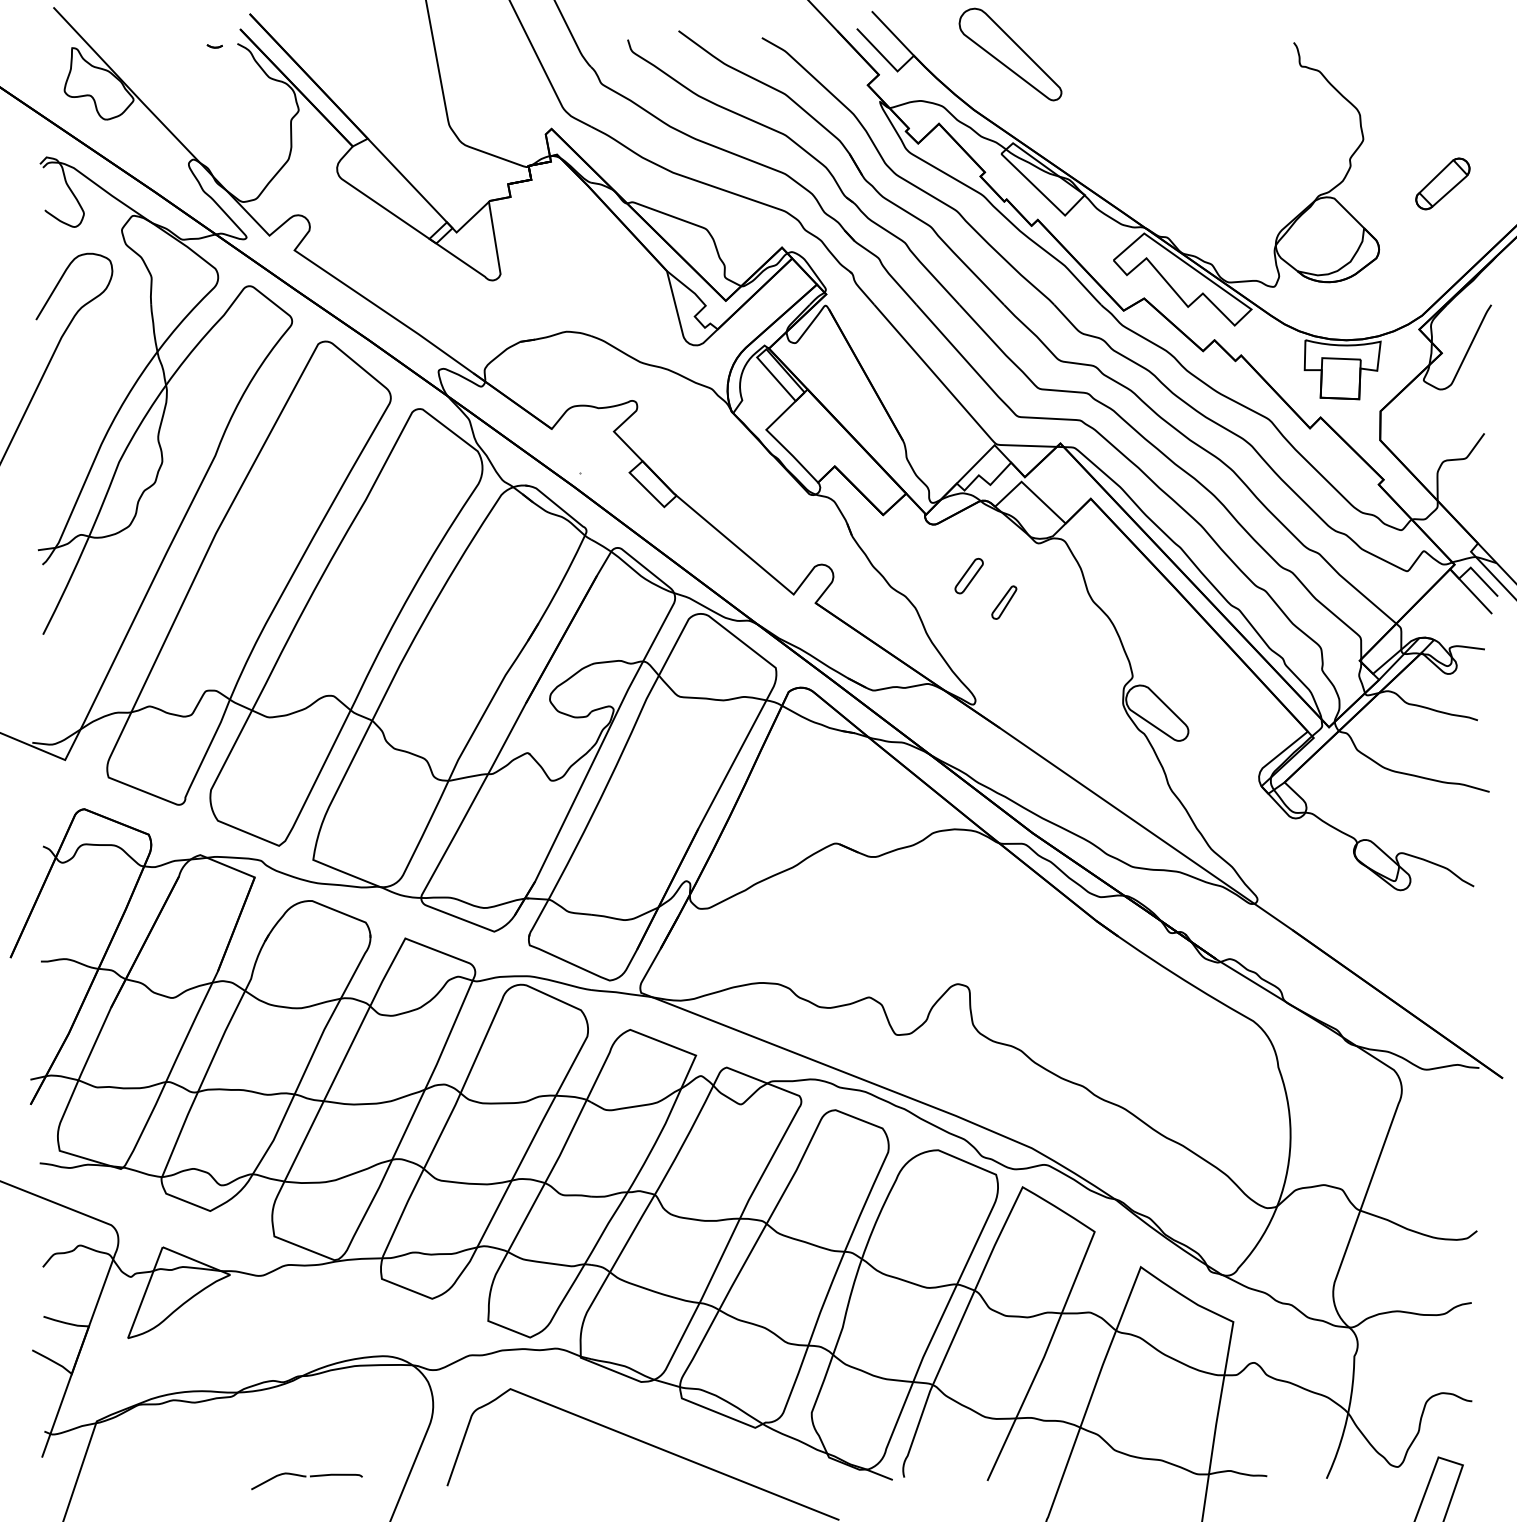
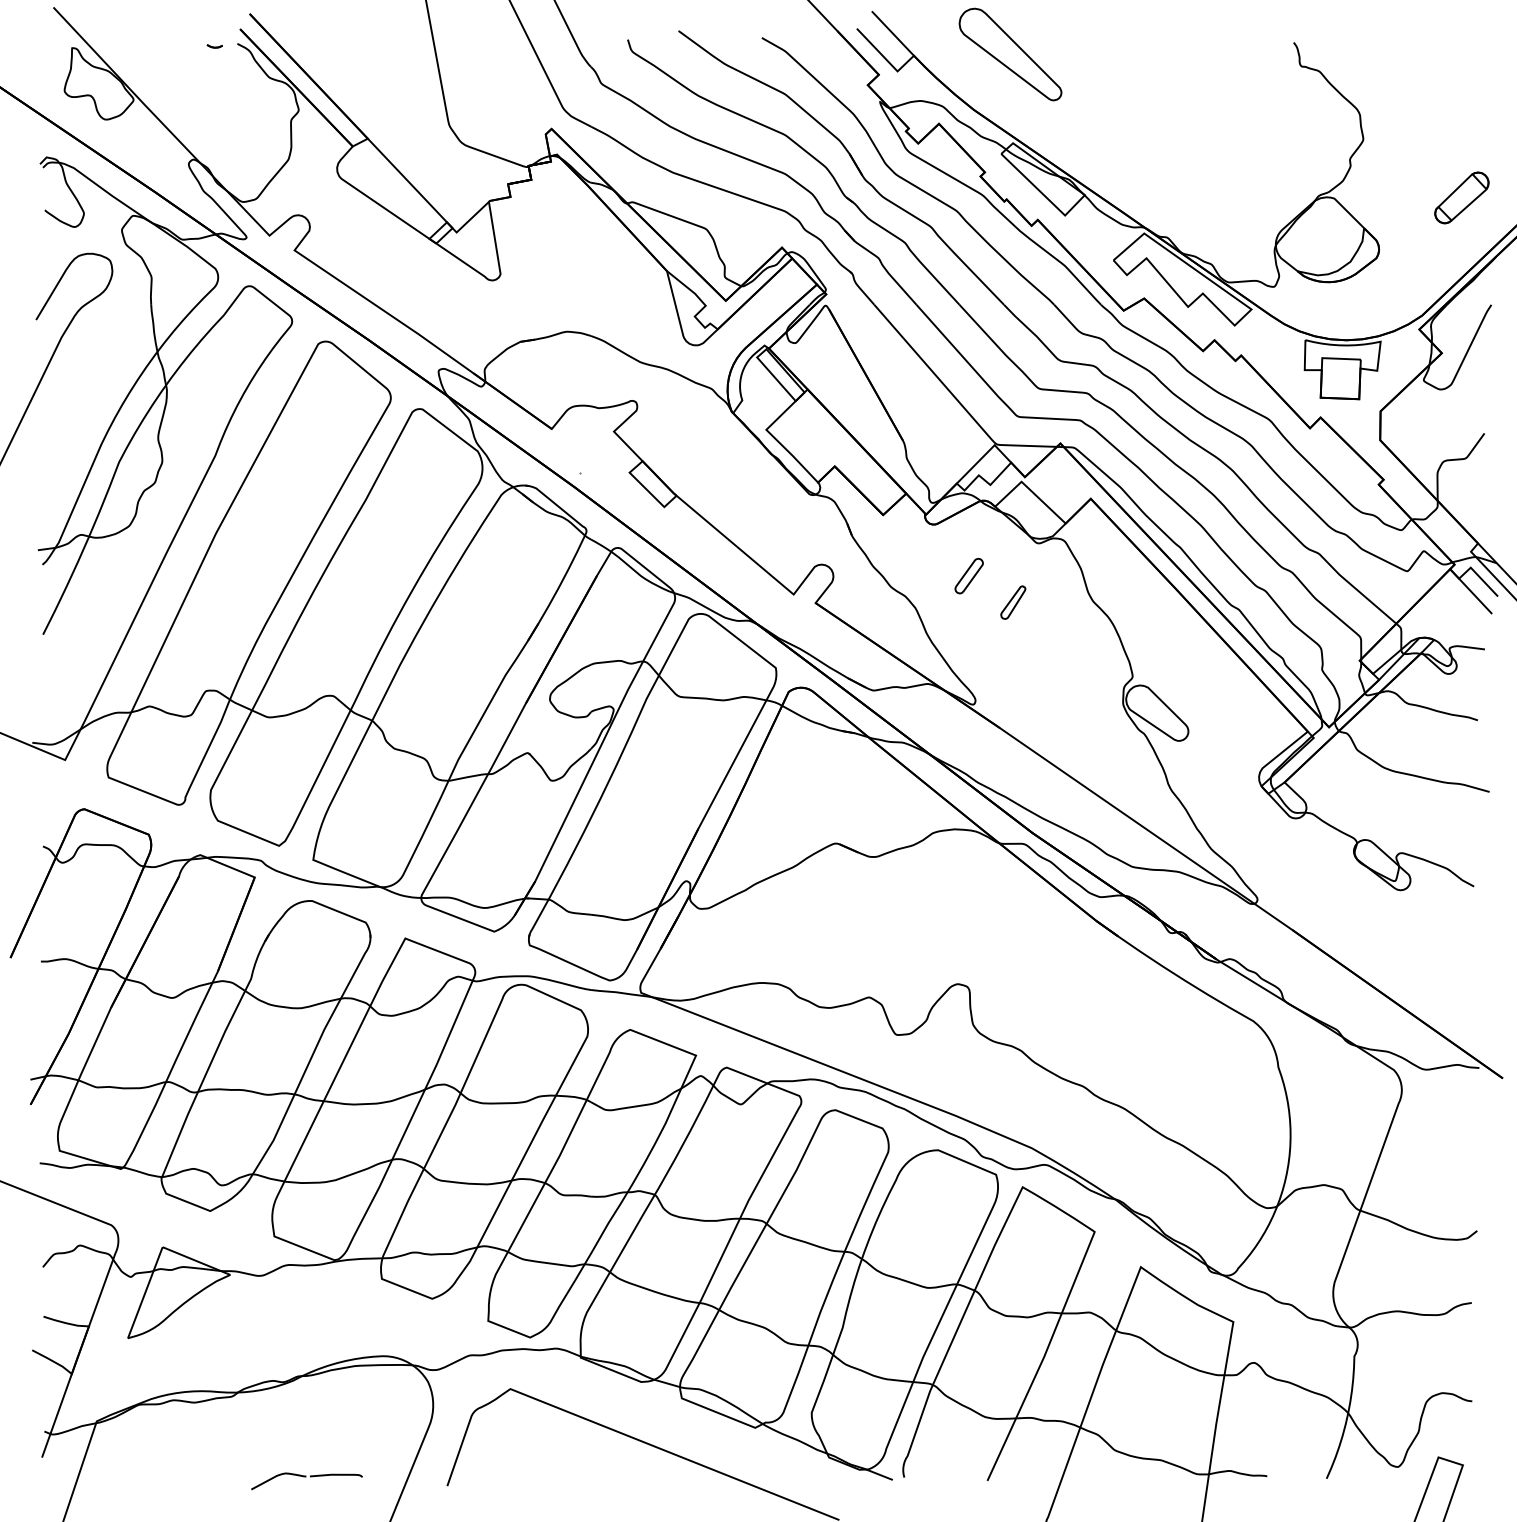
part at (1442, 183) position: (1442, 183) -> (1461, 197)
part at (1004, 602) position: (1004, 602) -> (1013, 602)
